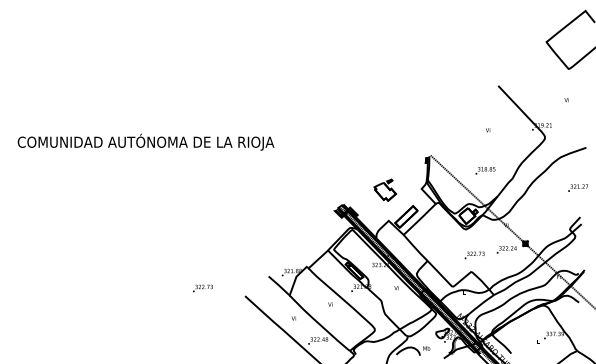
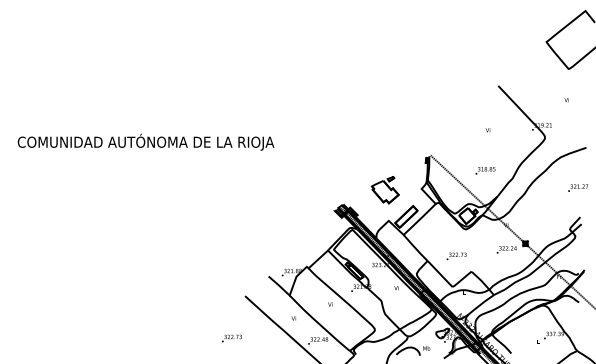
part at (385, 189) size: 25x24 px -> 30x29 px
text at (474, 255) position: (474, 255) -> (456, 256)
text at (202, 288) position: (202, 288) -> (231, 338)
